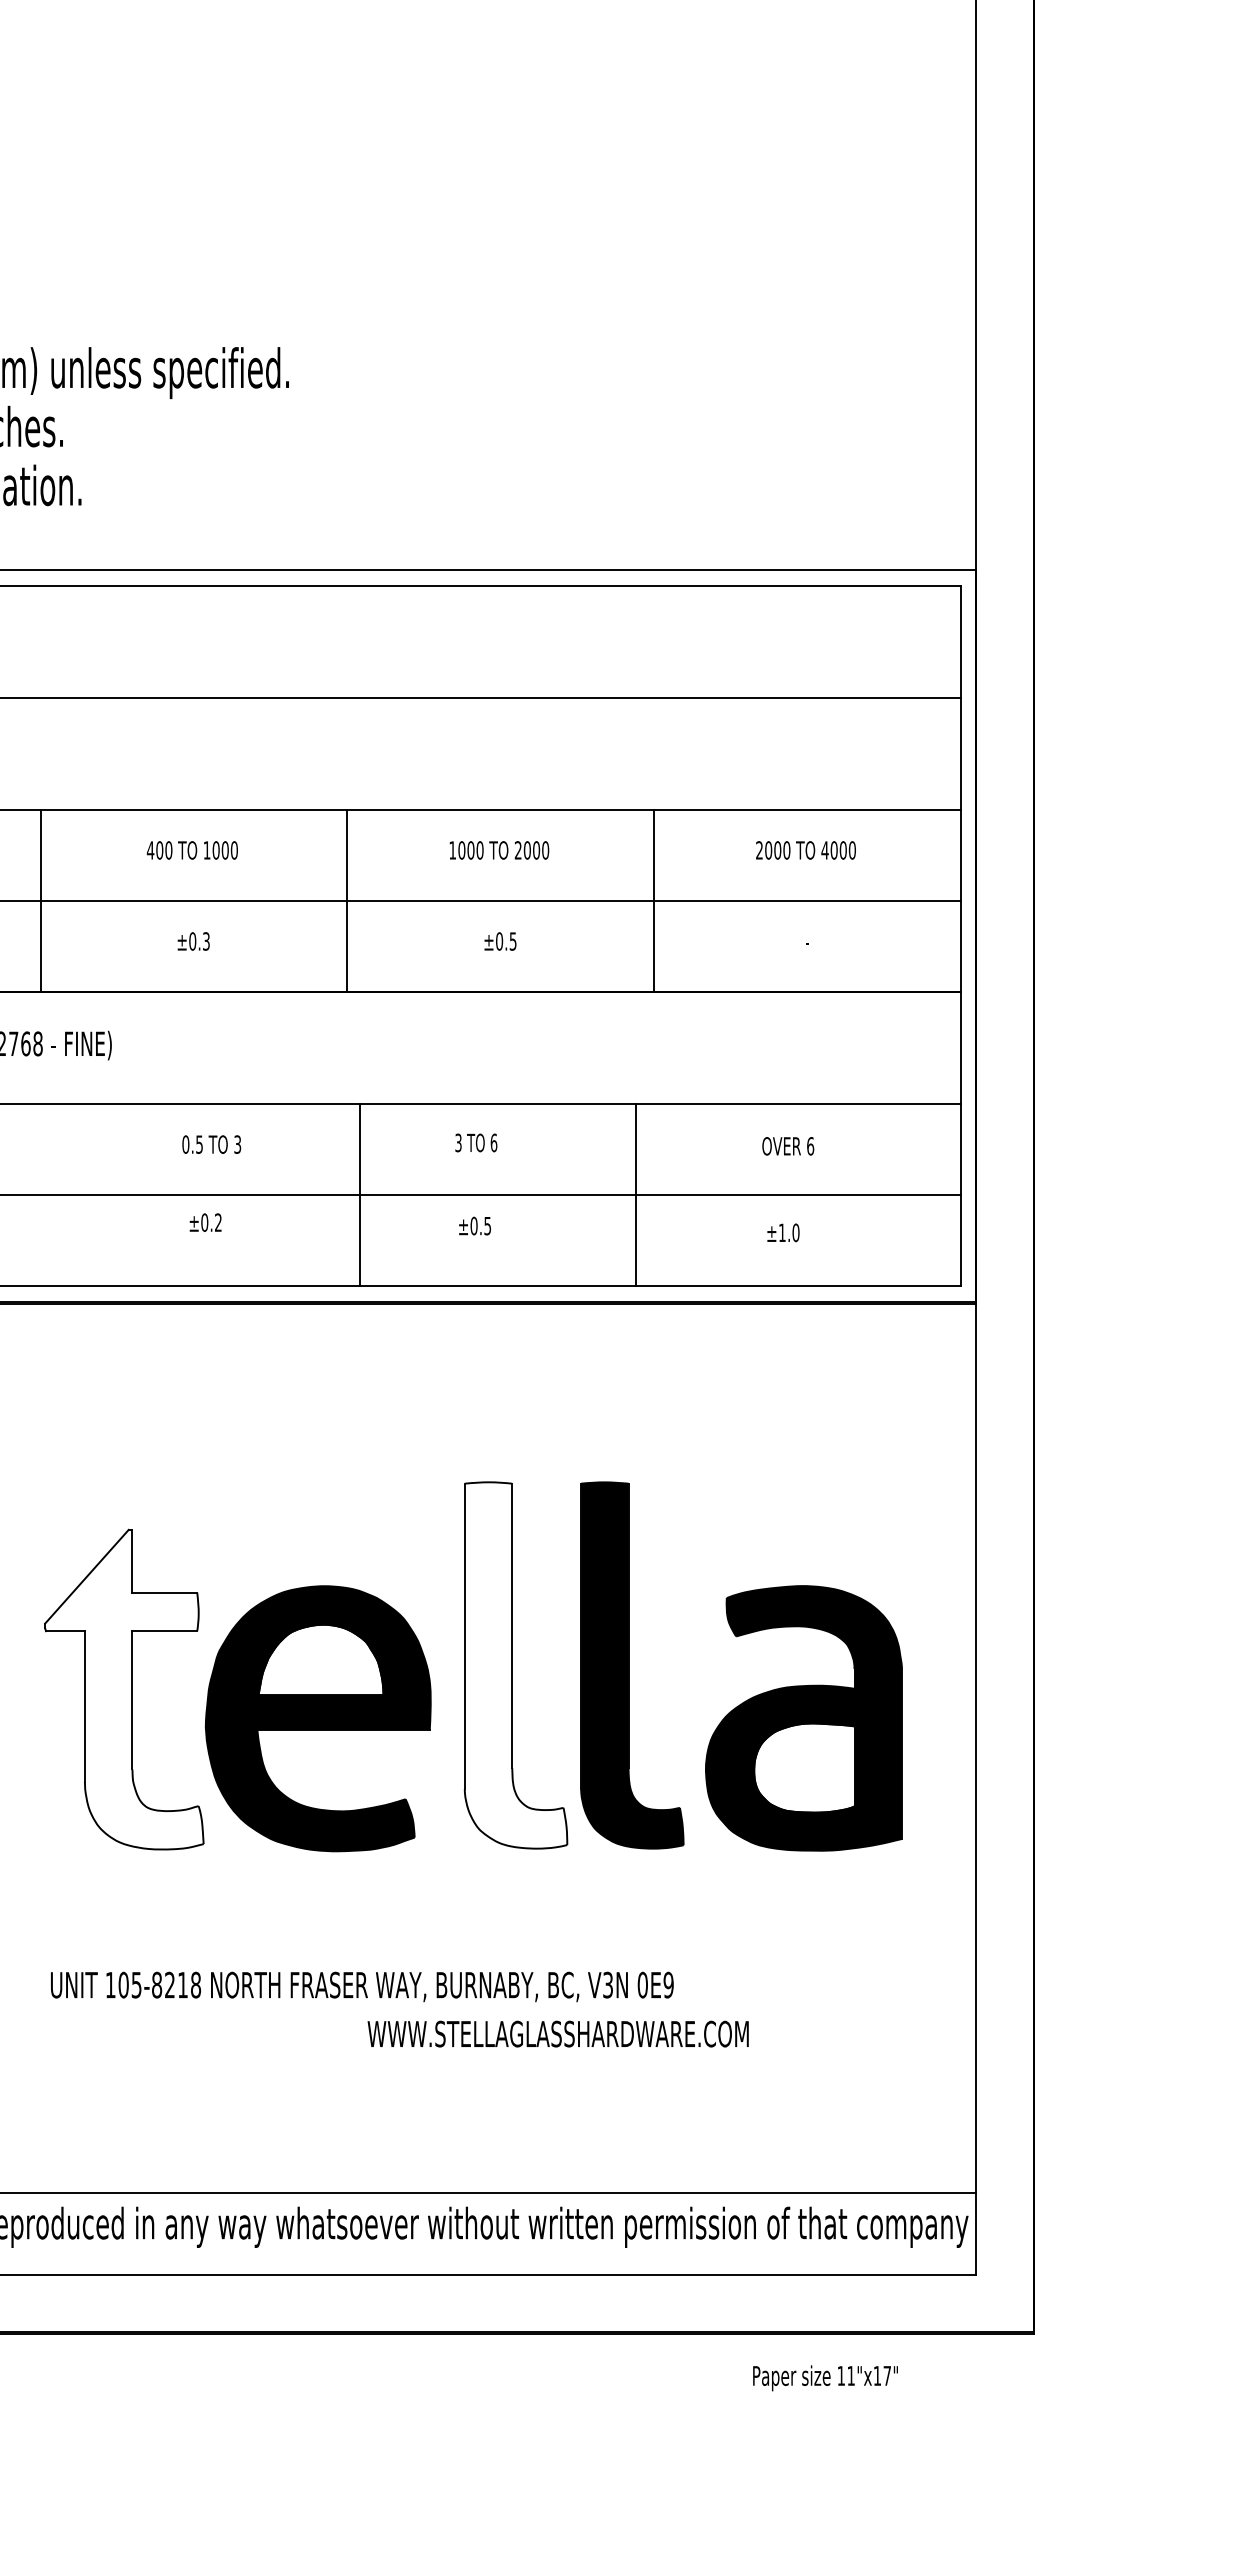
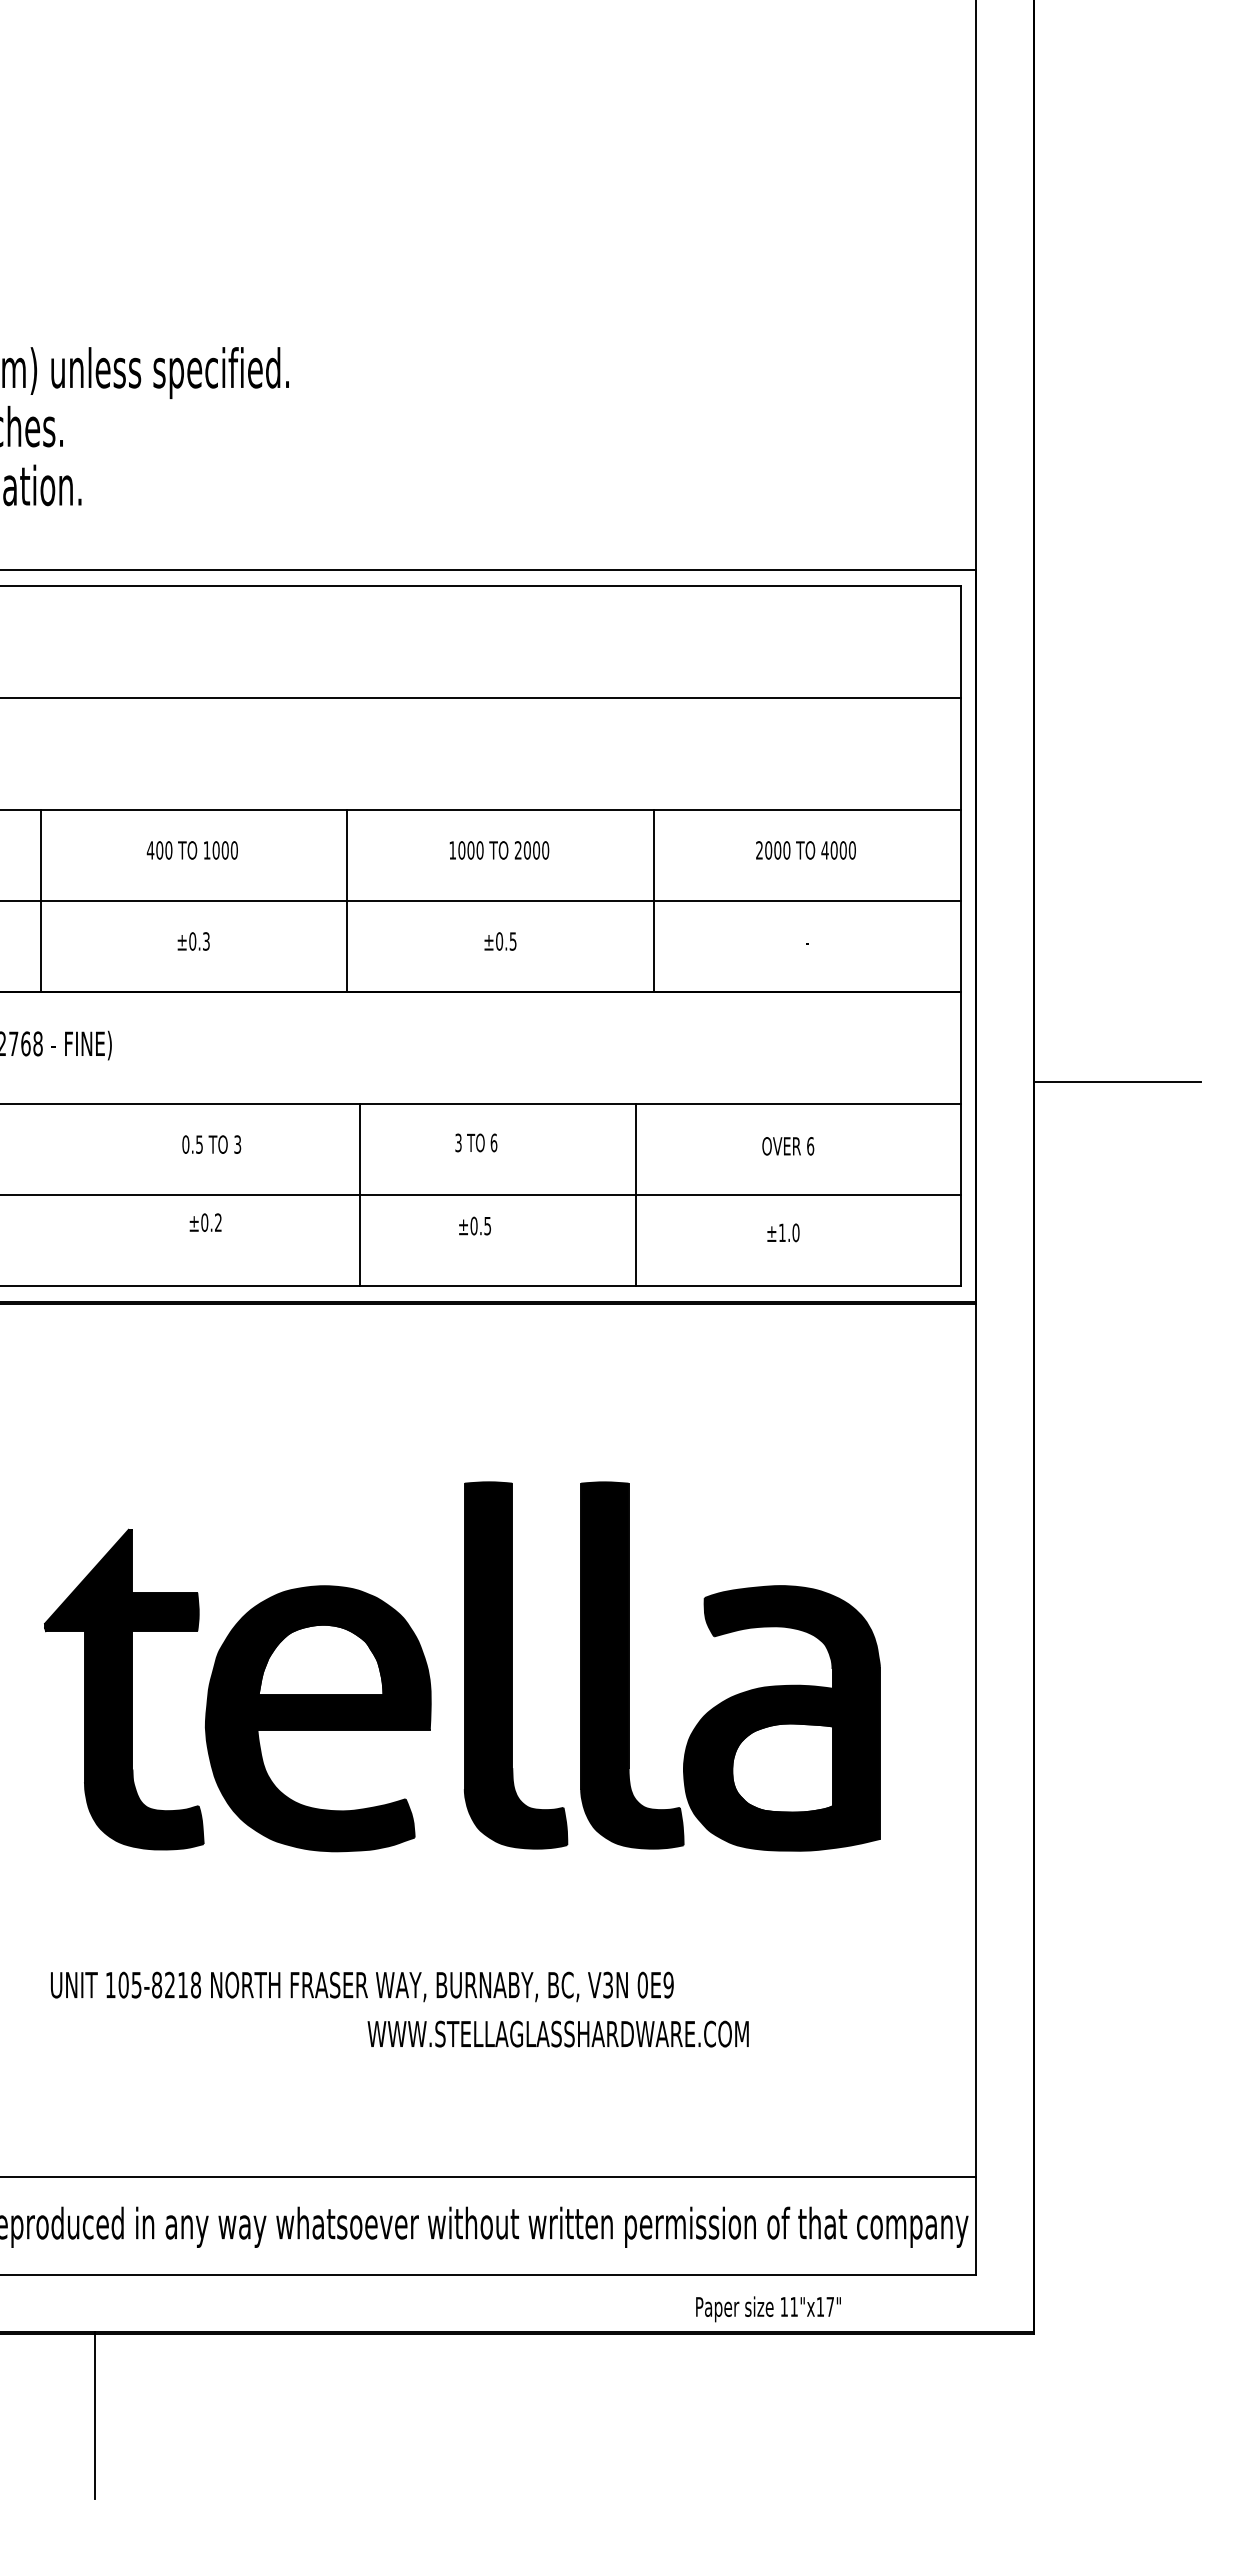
line at (1117, 1081): none -> present
fill at (515, 1665): none -> present
fill at (124, 1689): none -> present
part at (803, 1718) position: (803, 1718) -> (781, 1718)
line at (488, 2193) position: (488, 2193) -> (488, 2177)
text at (825, 2378) position: (825, 2378) -> (768, 2309)
line at (94, 2415): none -> present
